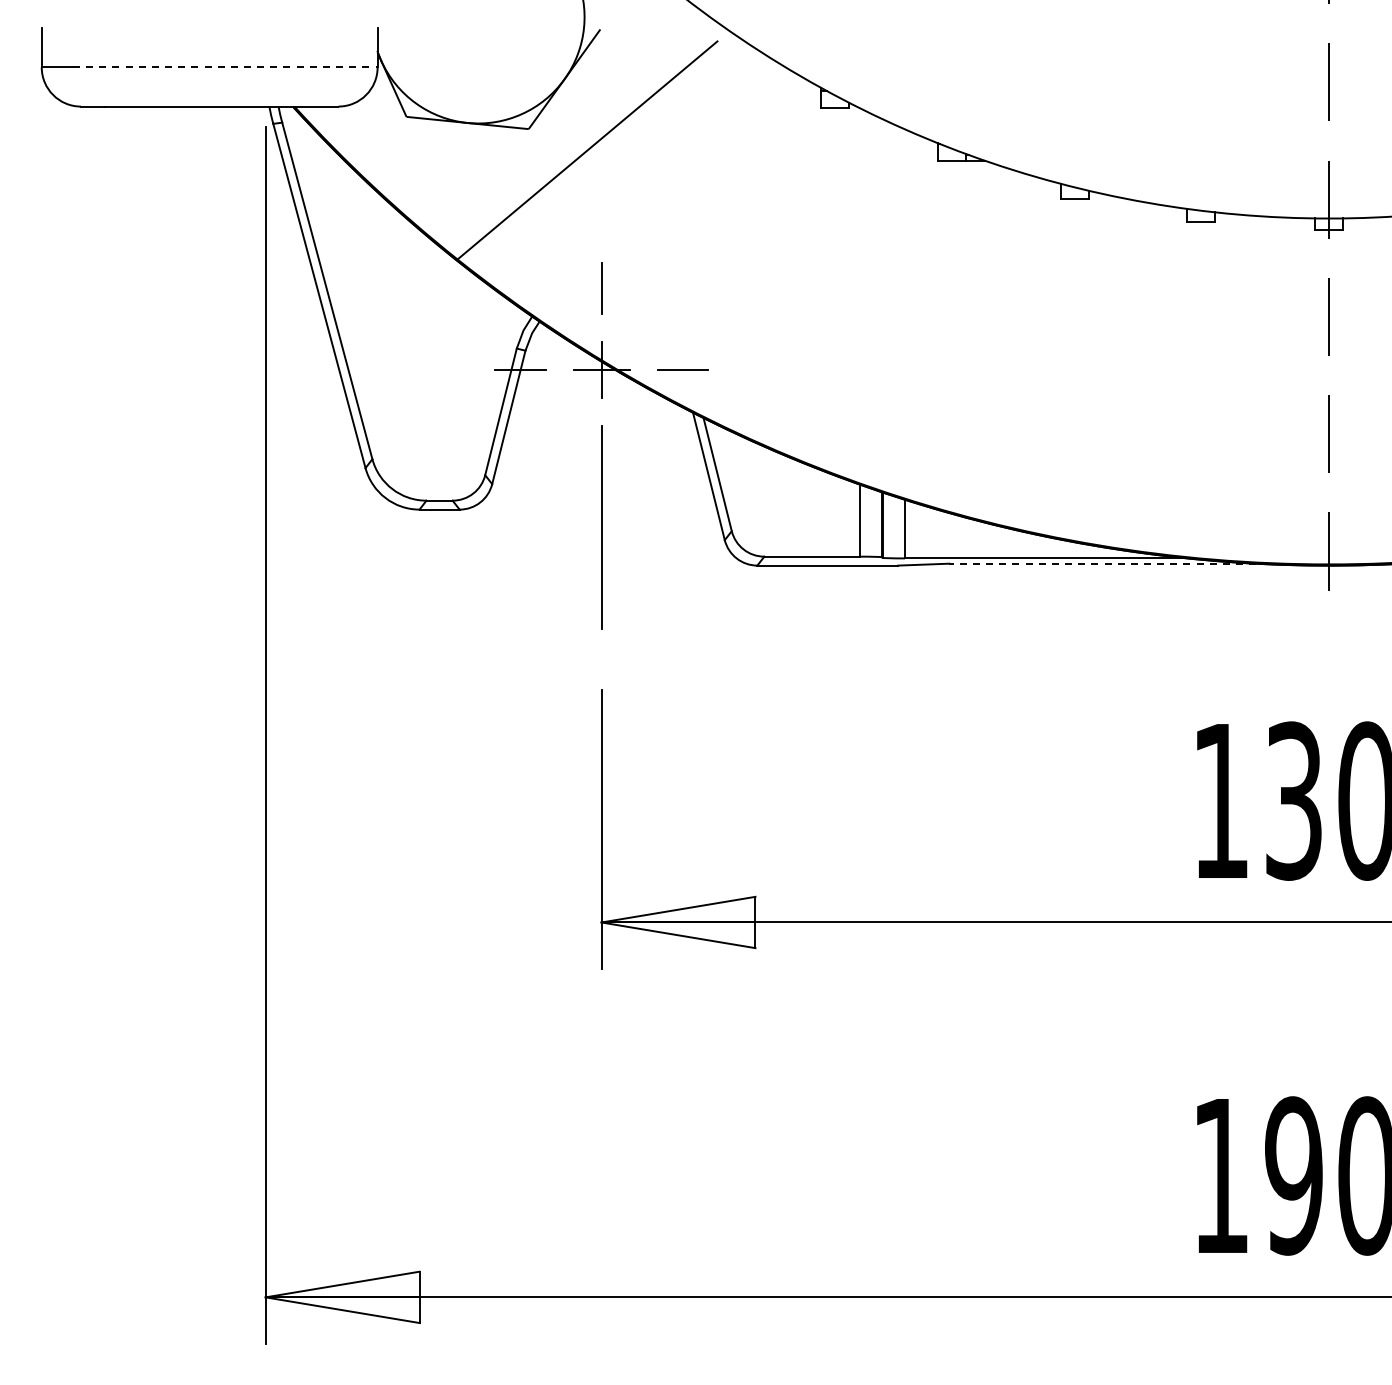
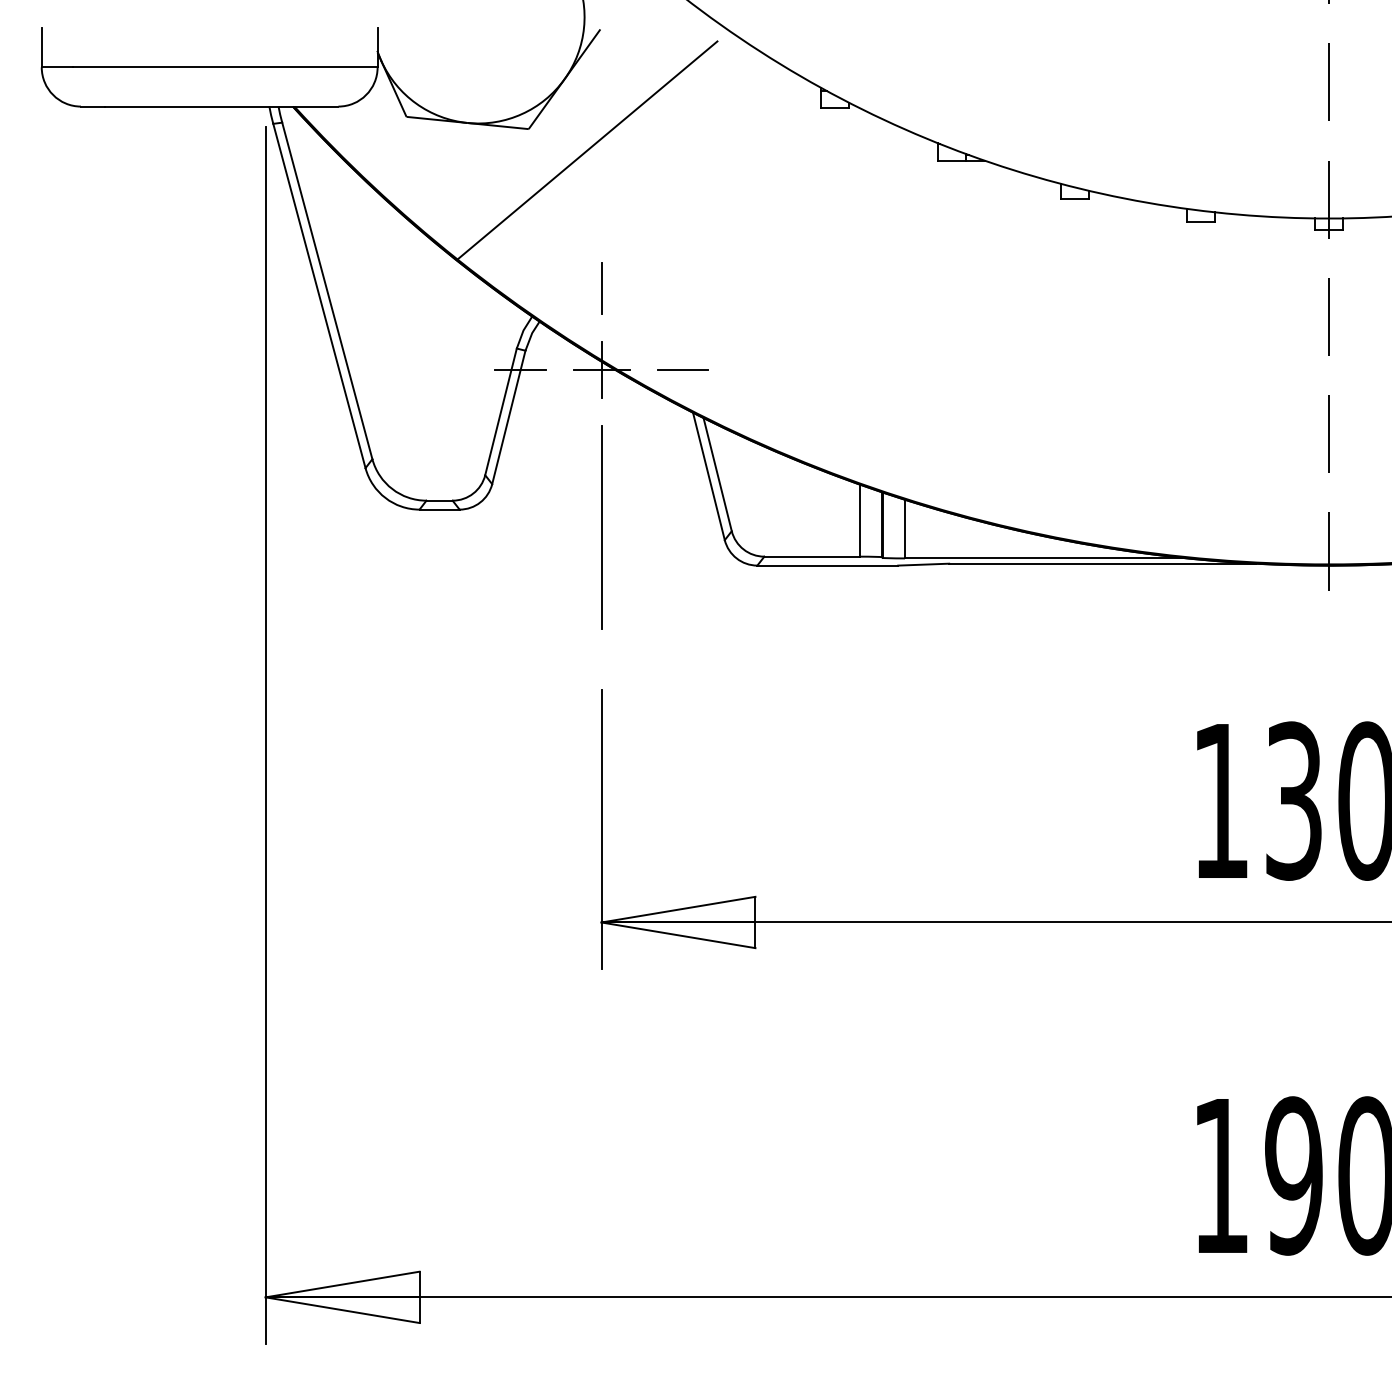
line at (225, 67): dashed -> solid
line at (1102, 563): dashed -> solid
